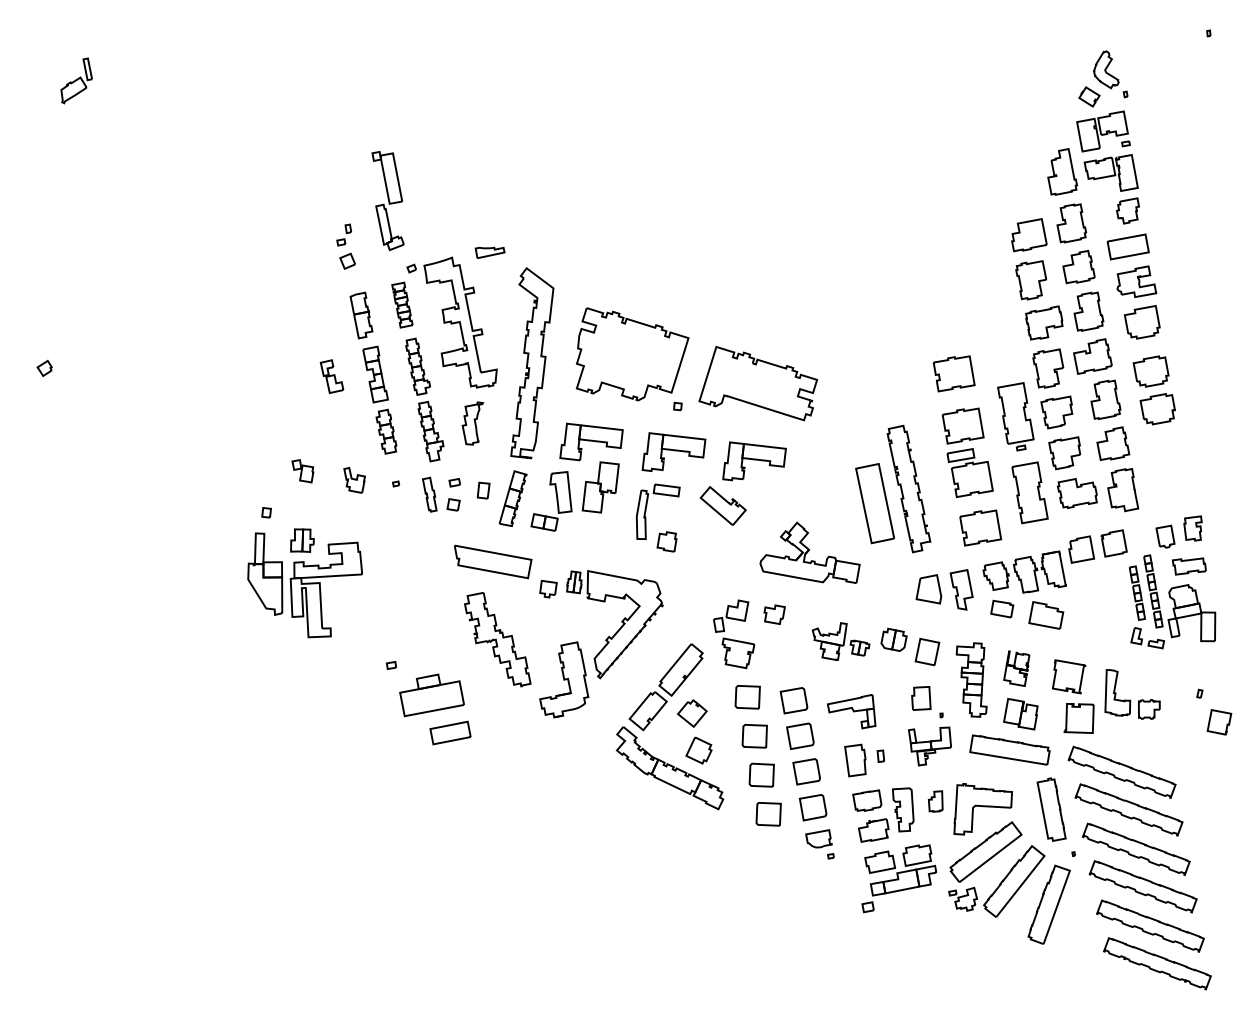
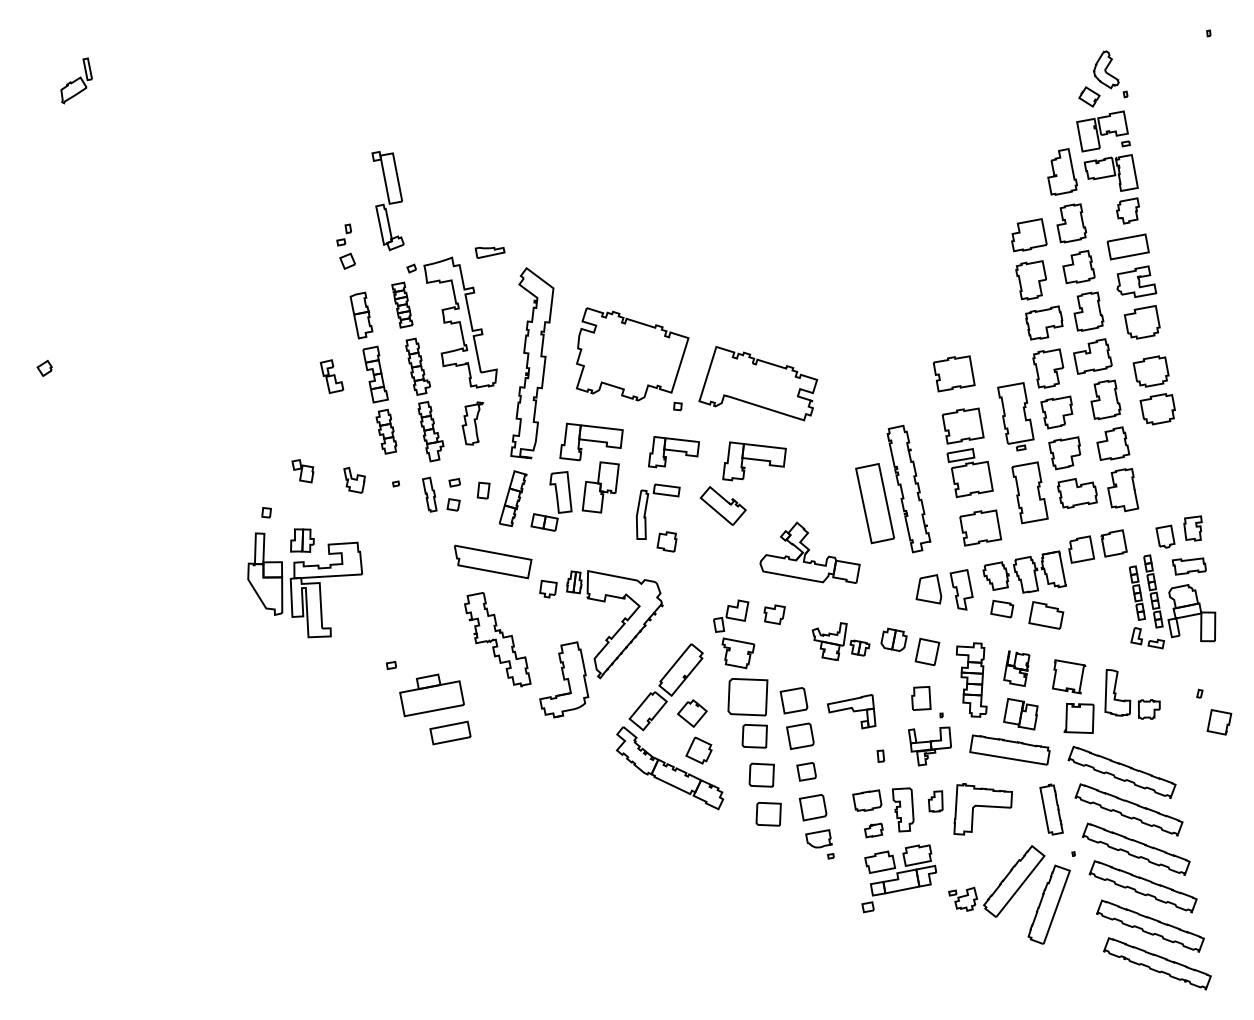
part at (673, 451) size: 66x40 px -> 53x33 px
part at (747, 697) size: 27x25 px -> 42x39 px
part at (855, 760): present -> none
part at (806, 771) size: 29x28 px -> 21x20 px
part at (1051, 809) size: 31x65 px -> 25x53 px
part at (873, 830) size: 32x25 px -> 20x17 px
part at (985, 851): present -> none
